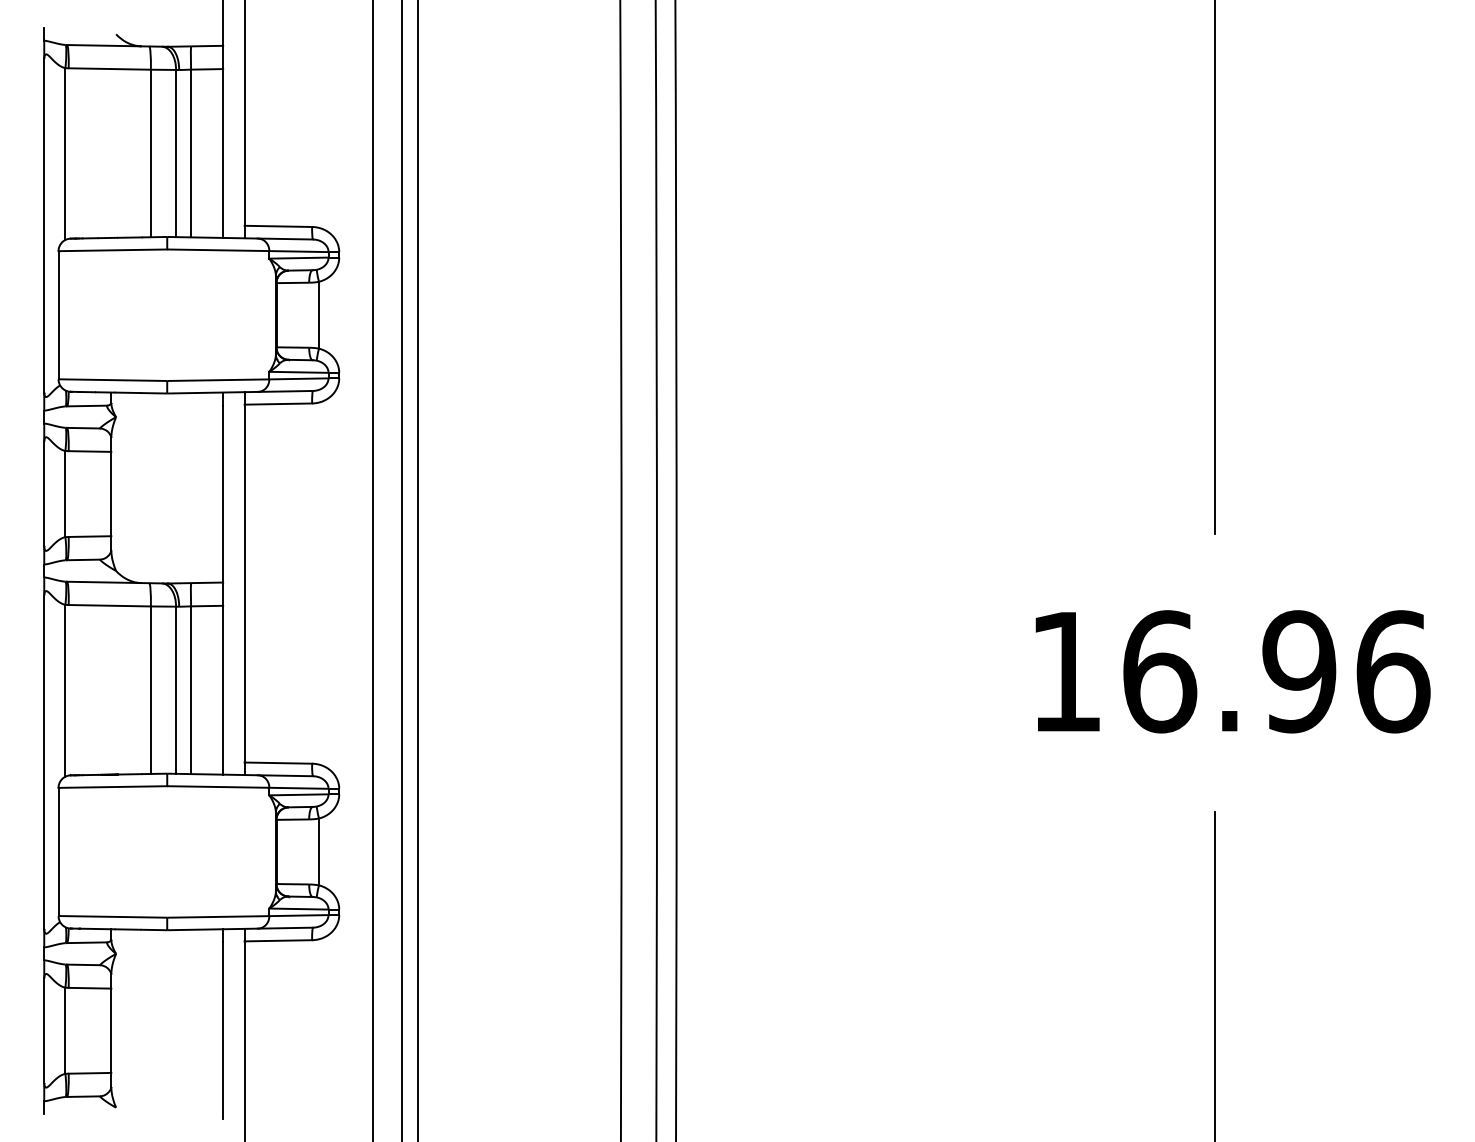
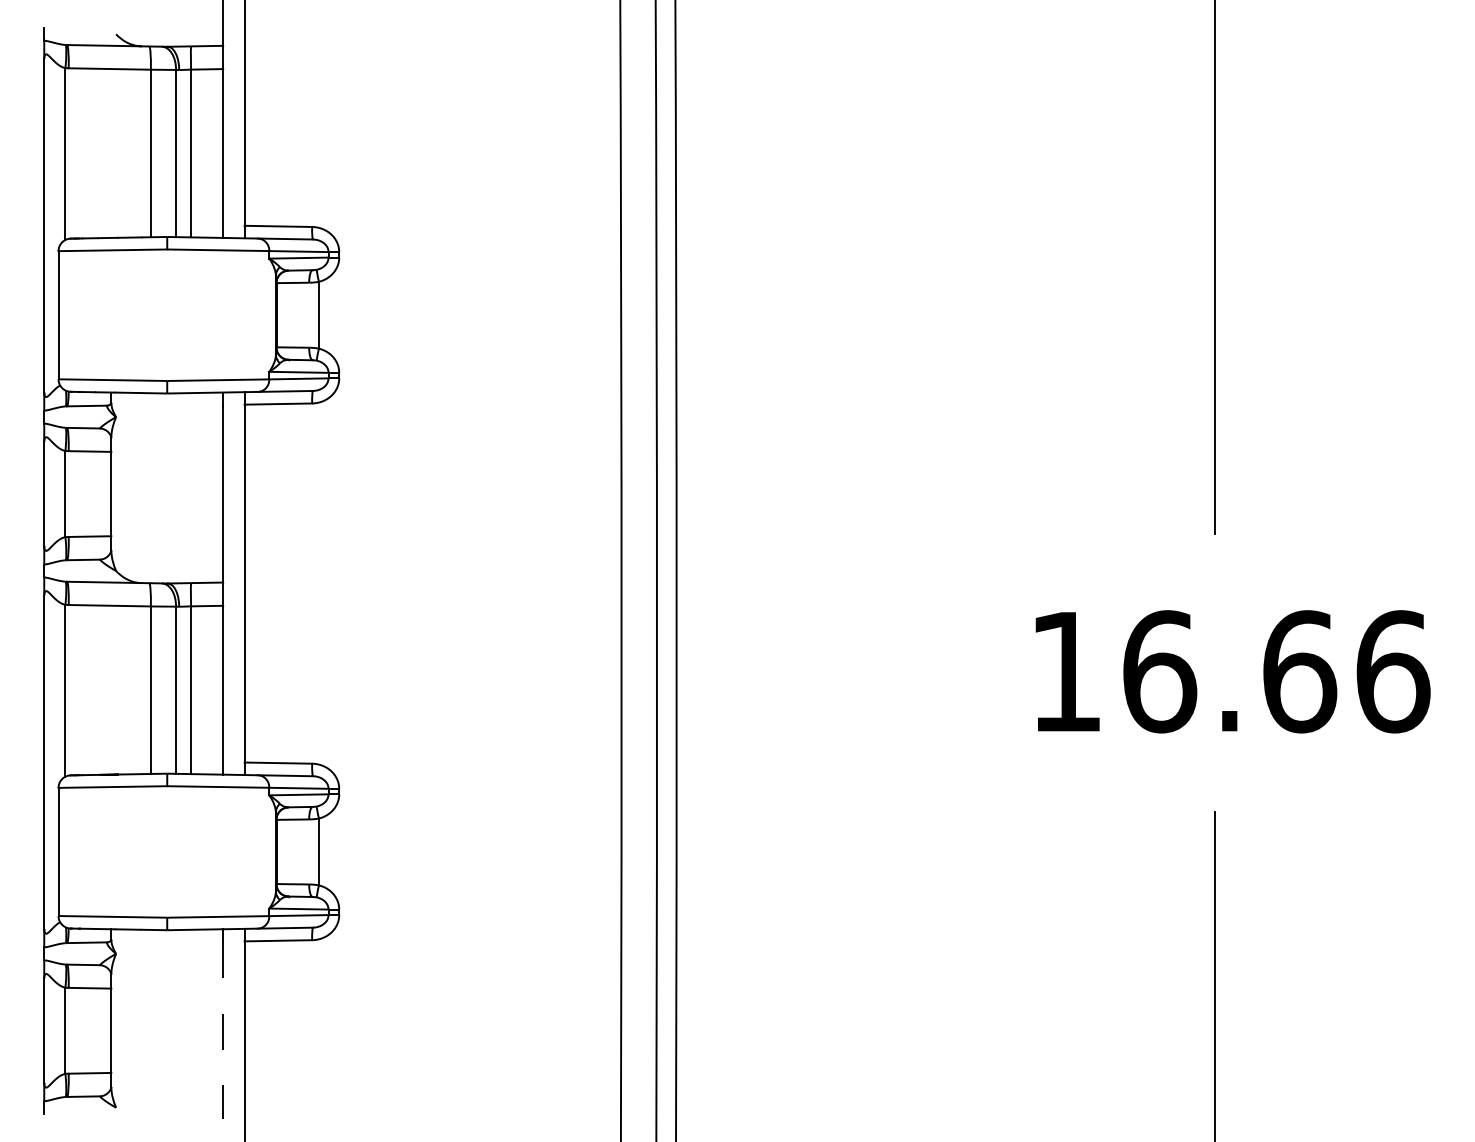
line at (372, 570): present -> none
line at (402, 570): present -> none
line at (417, 570): present -> none
text at (1299, 671): 16.96 -> 16.66
line at (223, 1031): solid -> dashed
